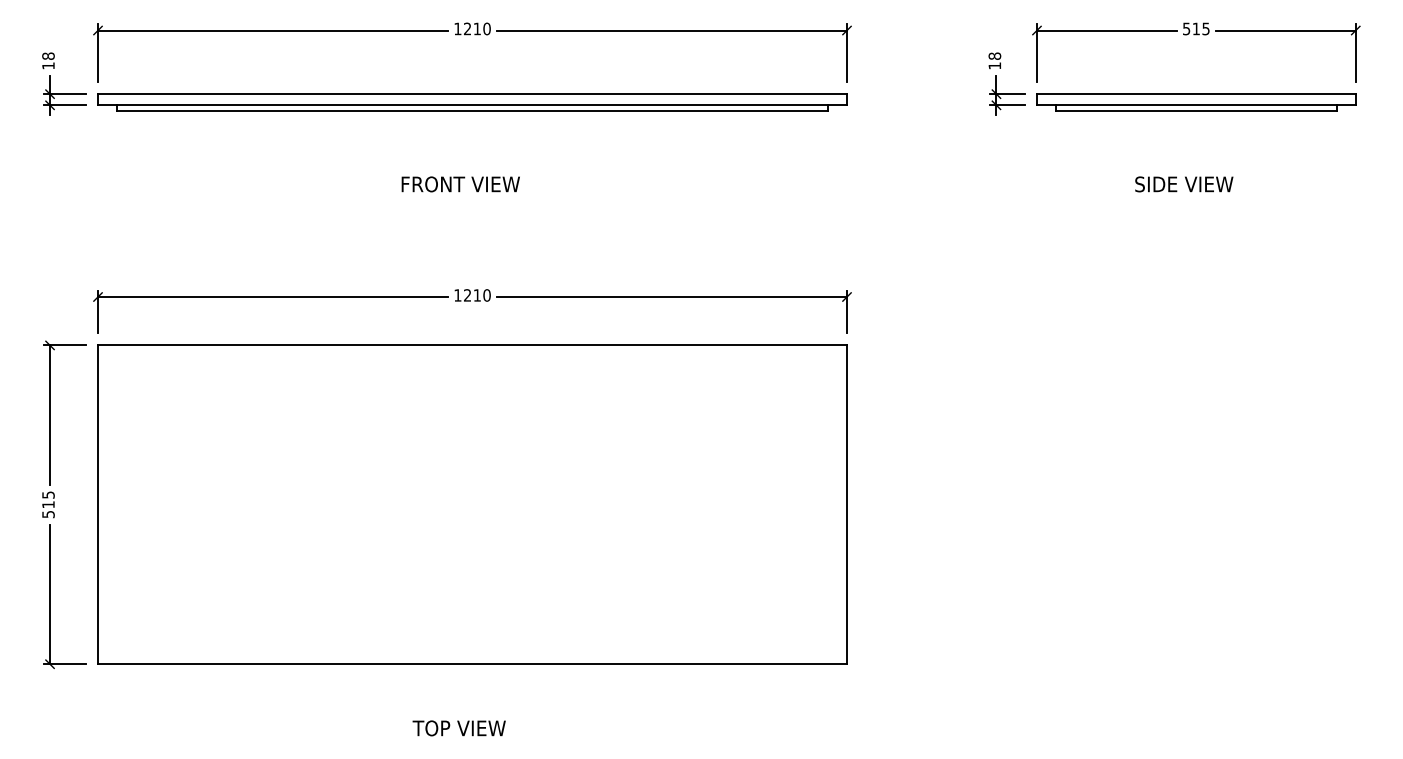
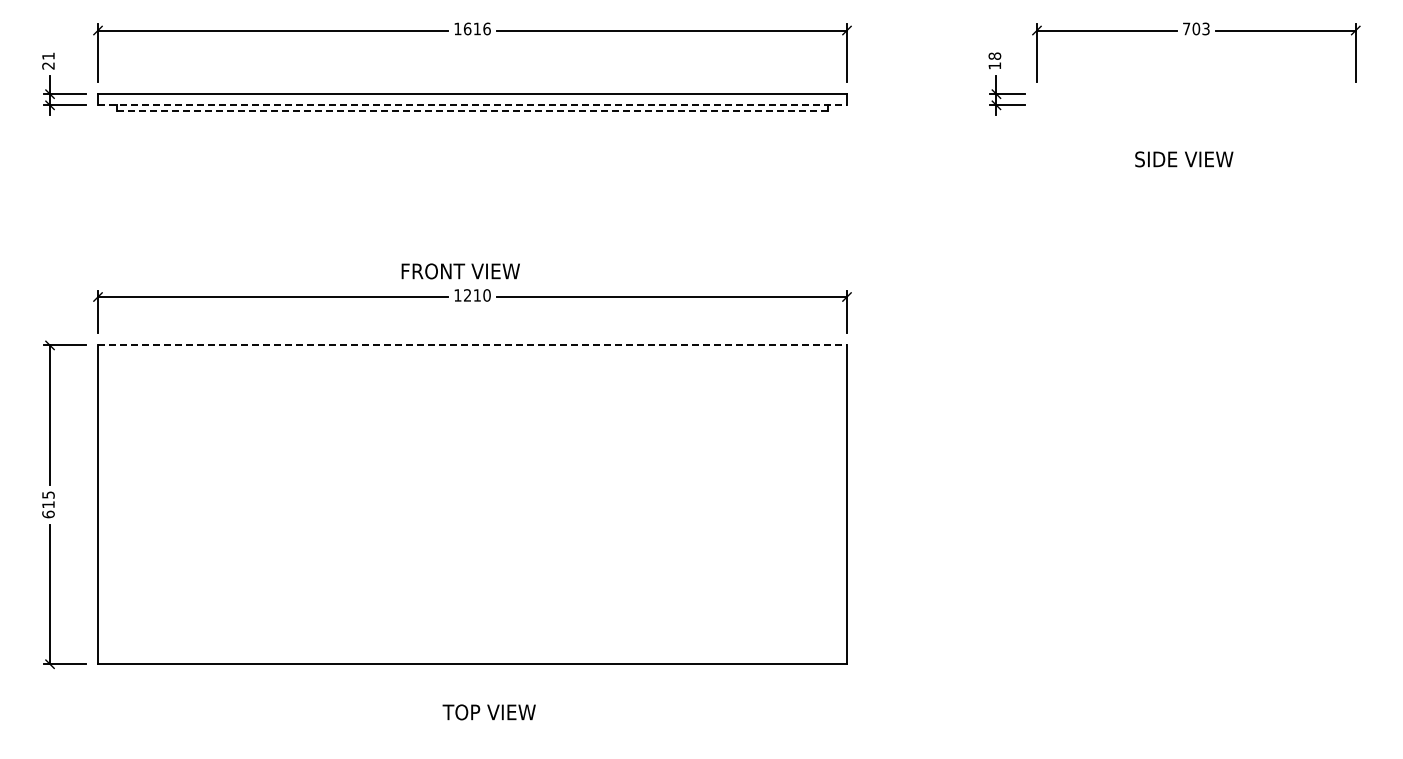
text at (476, 28): 1210 -> 1616
text at (1196, 28): 515 -> 703
text at (48, 60): 18 -> 21
part at (1196, 102): present -> none
line at (473, 105): solid -> dashed
line at (472, 111): solid -> dashed
text at (460, 184) position: (460, 184) -> (460, 271)
text at (1184, 184) position: (1184, 184) -> (1184, 159)
line at (473, 345): solid -> dashed
text at (48, 514): 515 -> 615
text at (458, 728) position: (458, 728) -> (488, 712)
